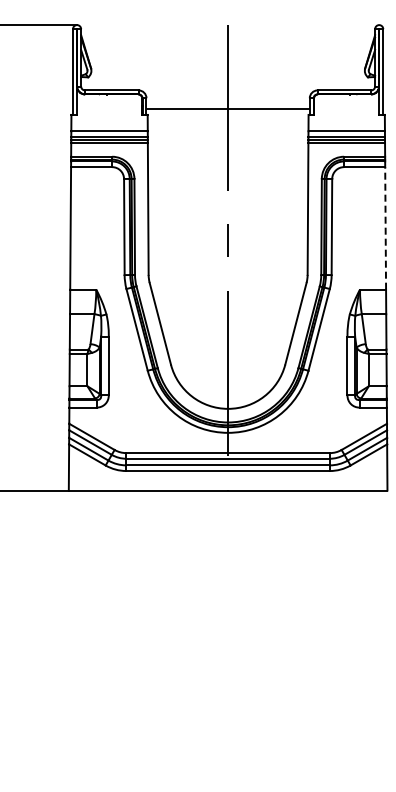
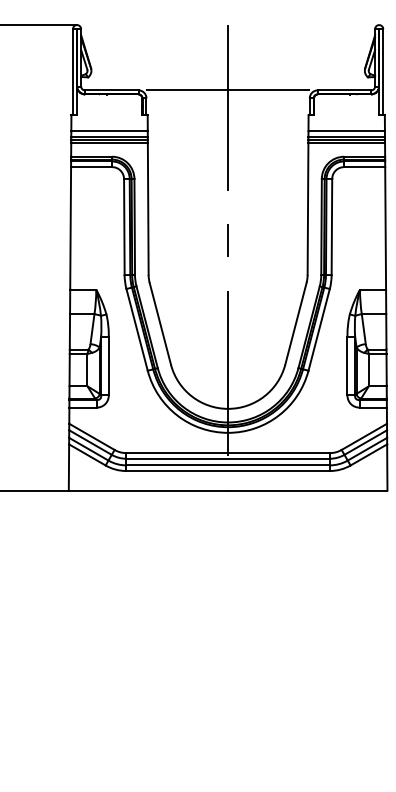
line at (227, 109) position: (227, 109) -> (227, 90)
line at (385, 227): dashed -> solid
